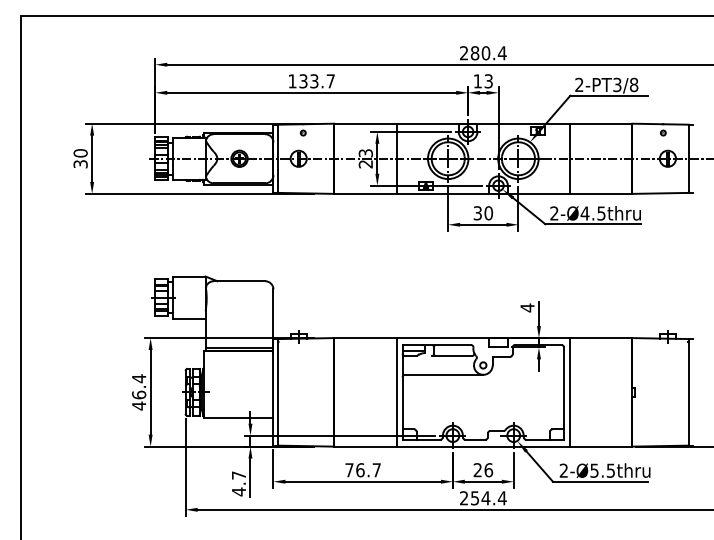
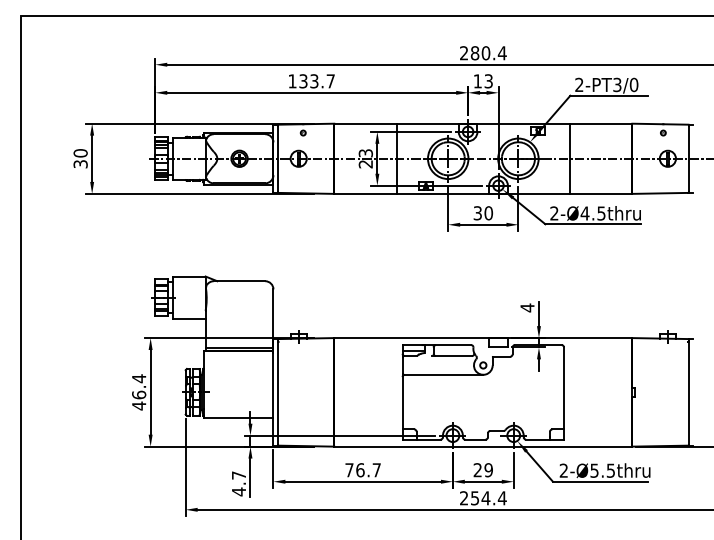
text at (633, 84): 2-PT3/8 -> 2-PT3/0
line at (396, 392): present -> none
line at (569, 392): present -> none
text at (488, 470): 26 -> 29
